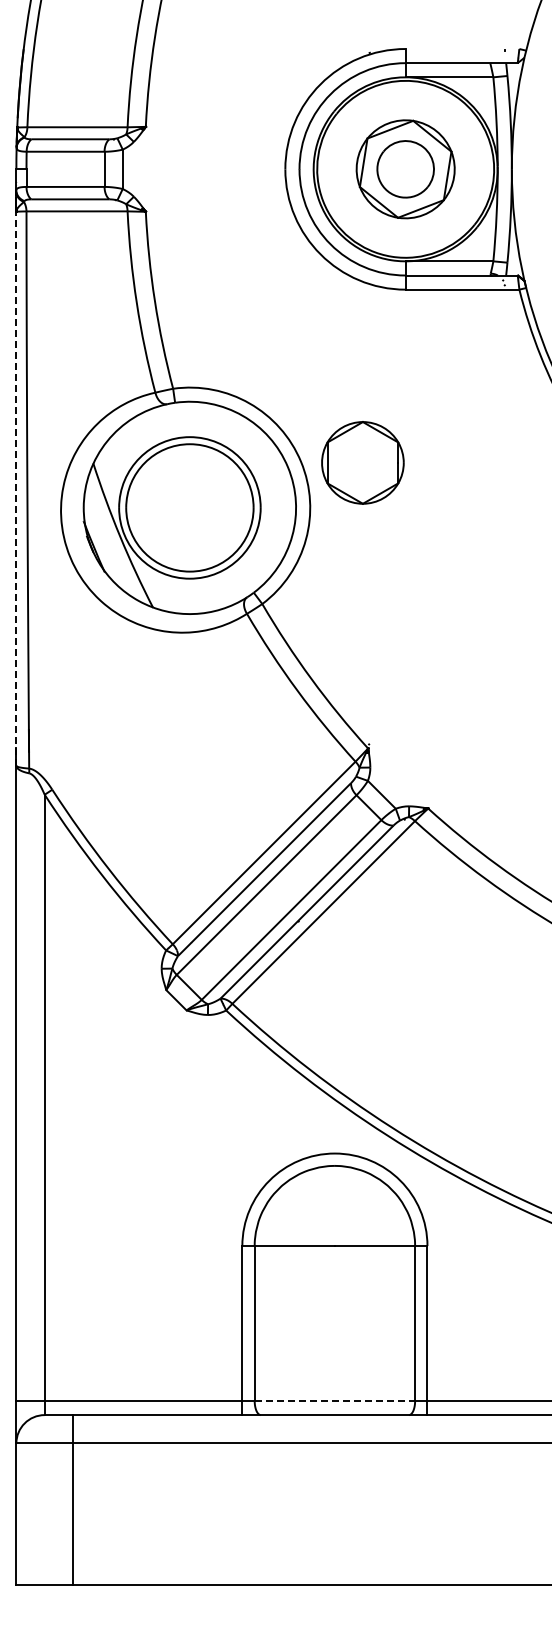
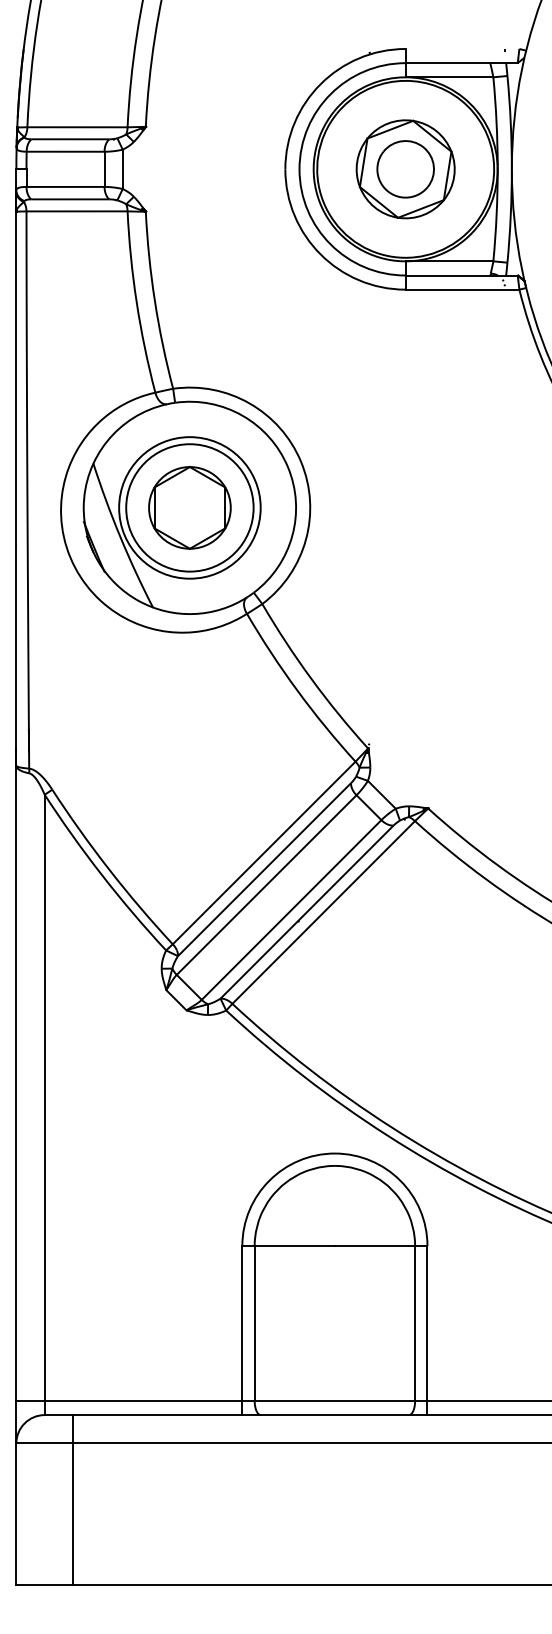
part at (362, 462) position: (362, 462) -> (189, 507)
line at (16, 488): dashed -> solid
line at (335, 1400): dashed -> solid
